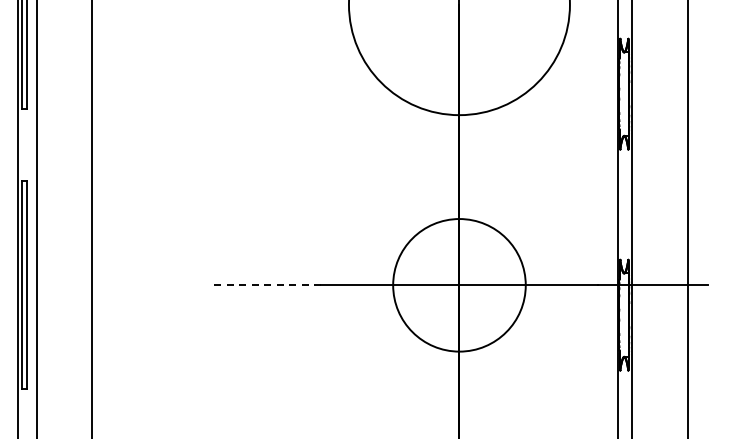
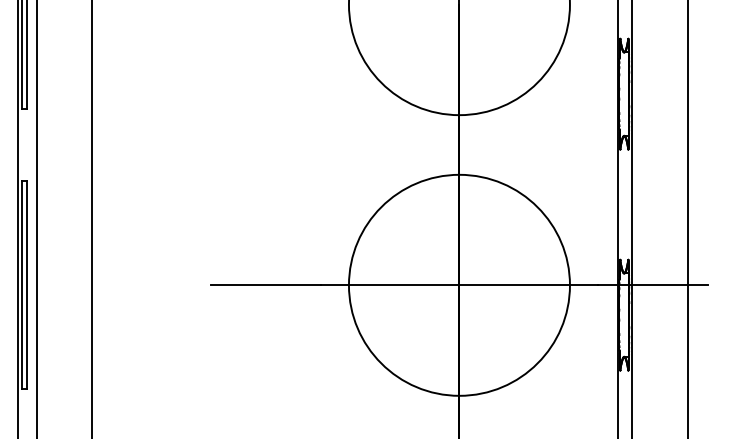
line at (265, 285): dashed -> solid
circle at (459, 285) diameter: 133 px -> 221 px
